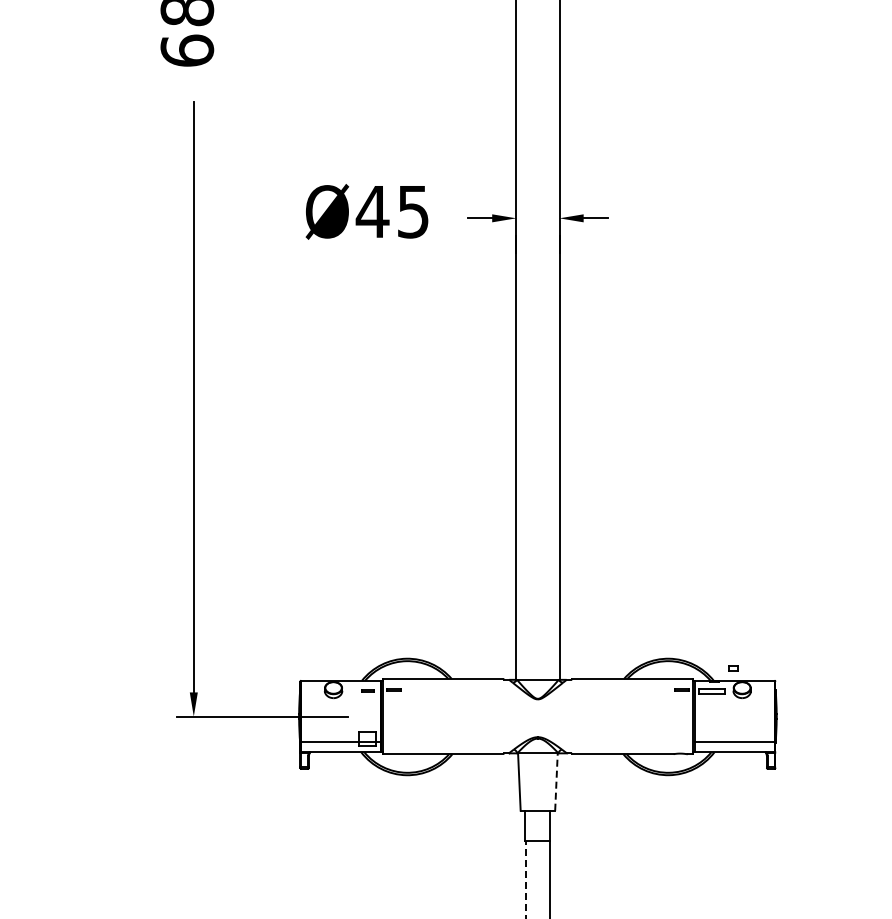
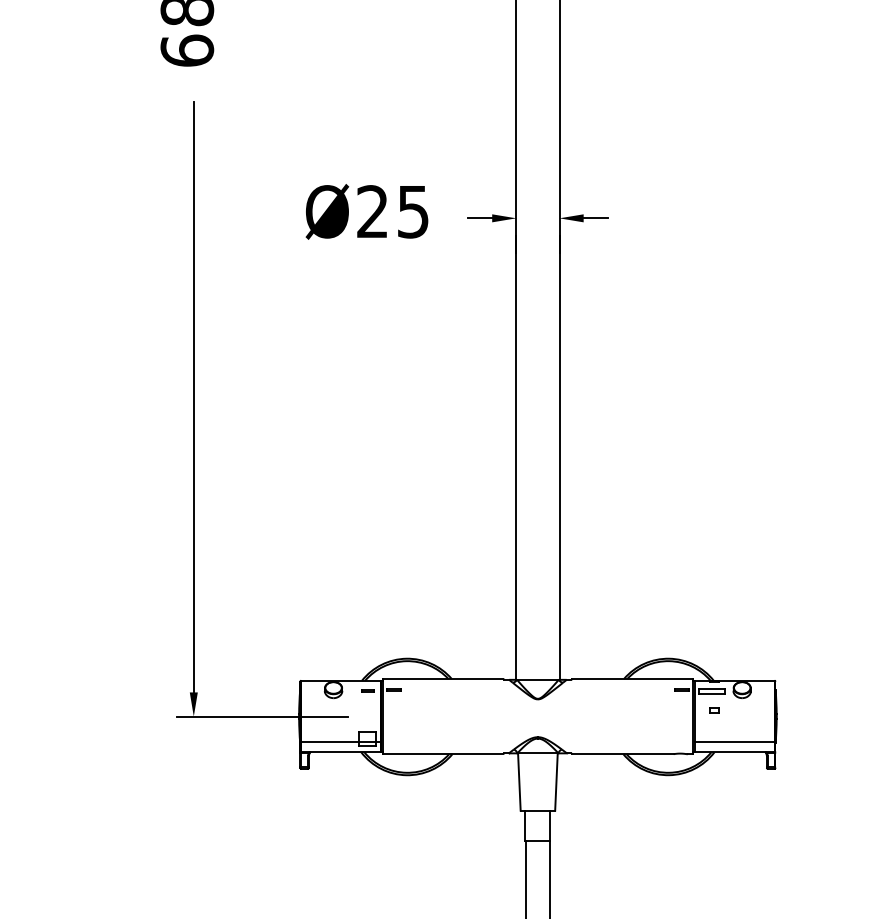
text at (372, 211): Ø45 -> Ø25
part at (733, 668) position: (733, 668) -> (714, 710)
line at (556, 782): dashed -> solid
line at (525, 879): dashed -> solid
